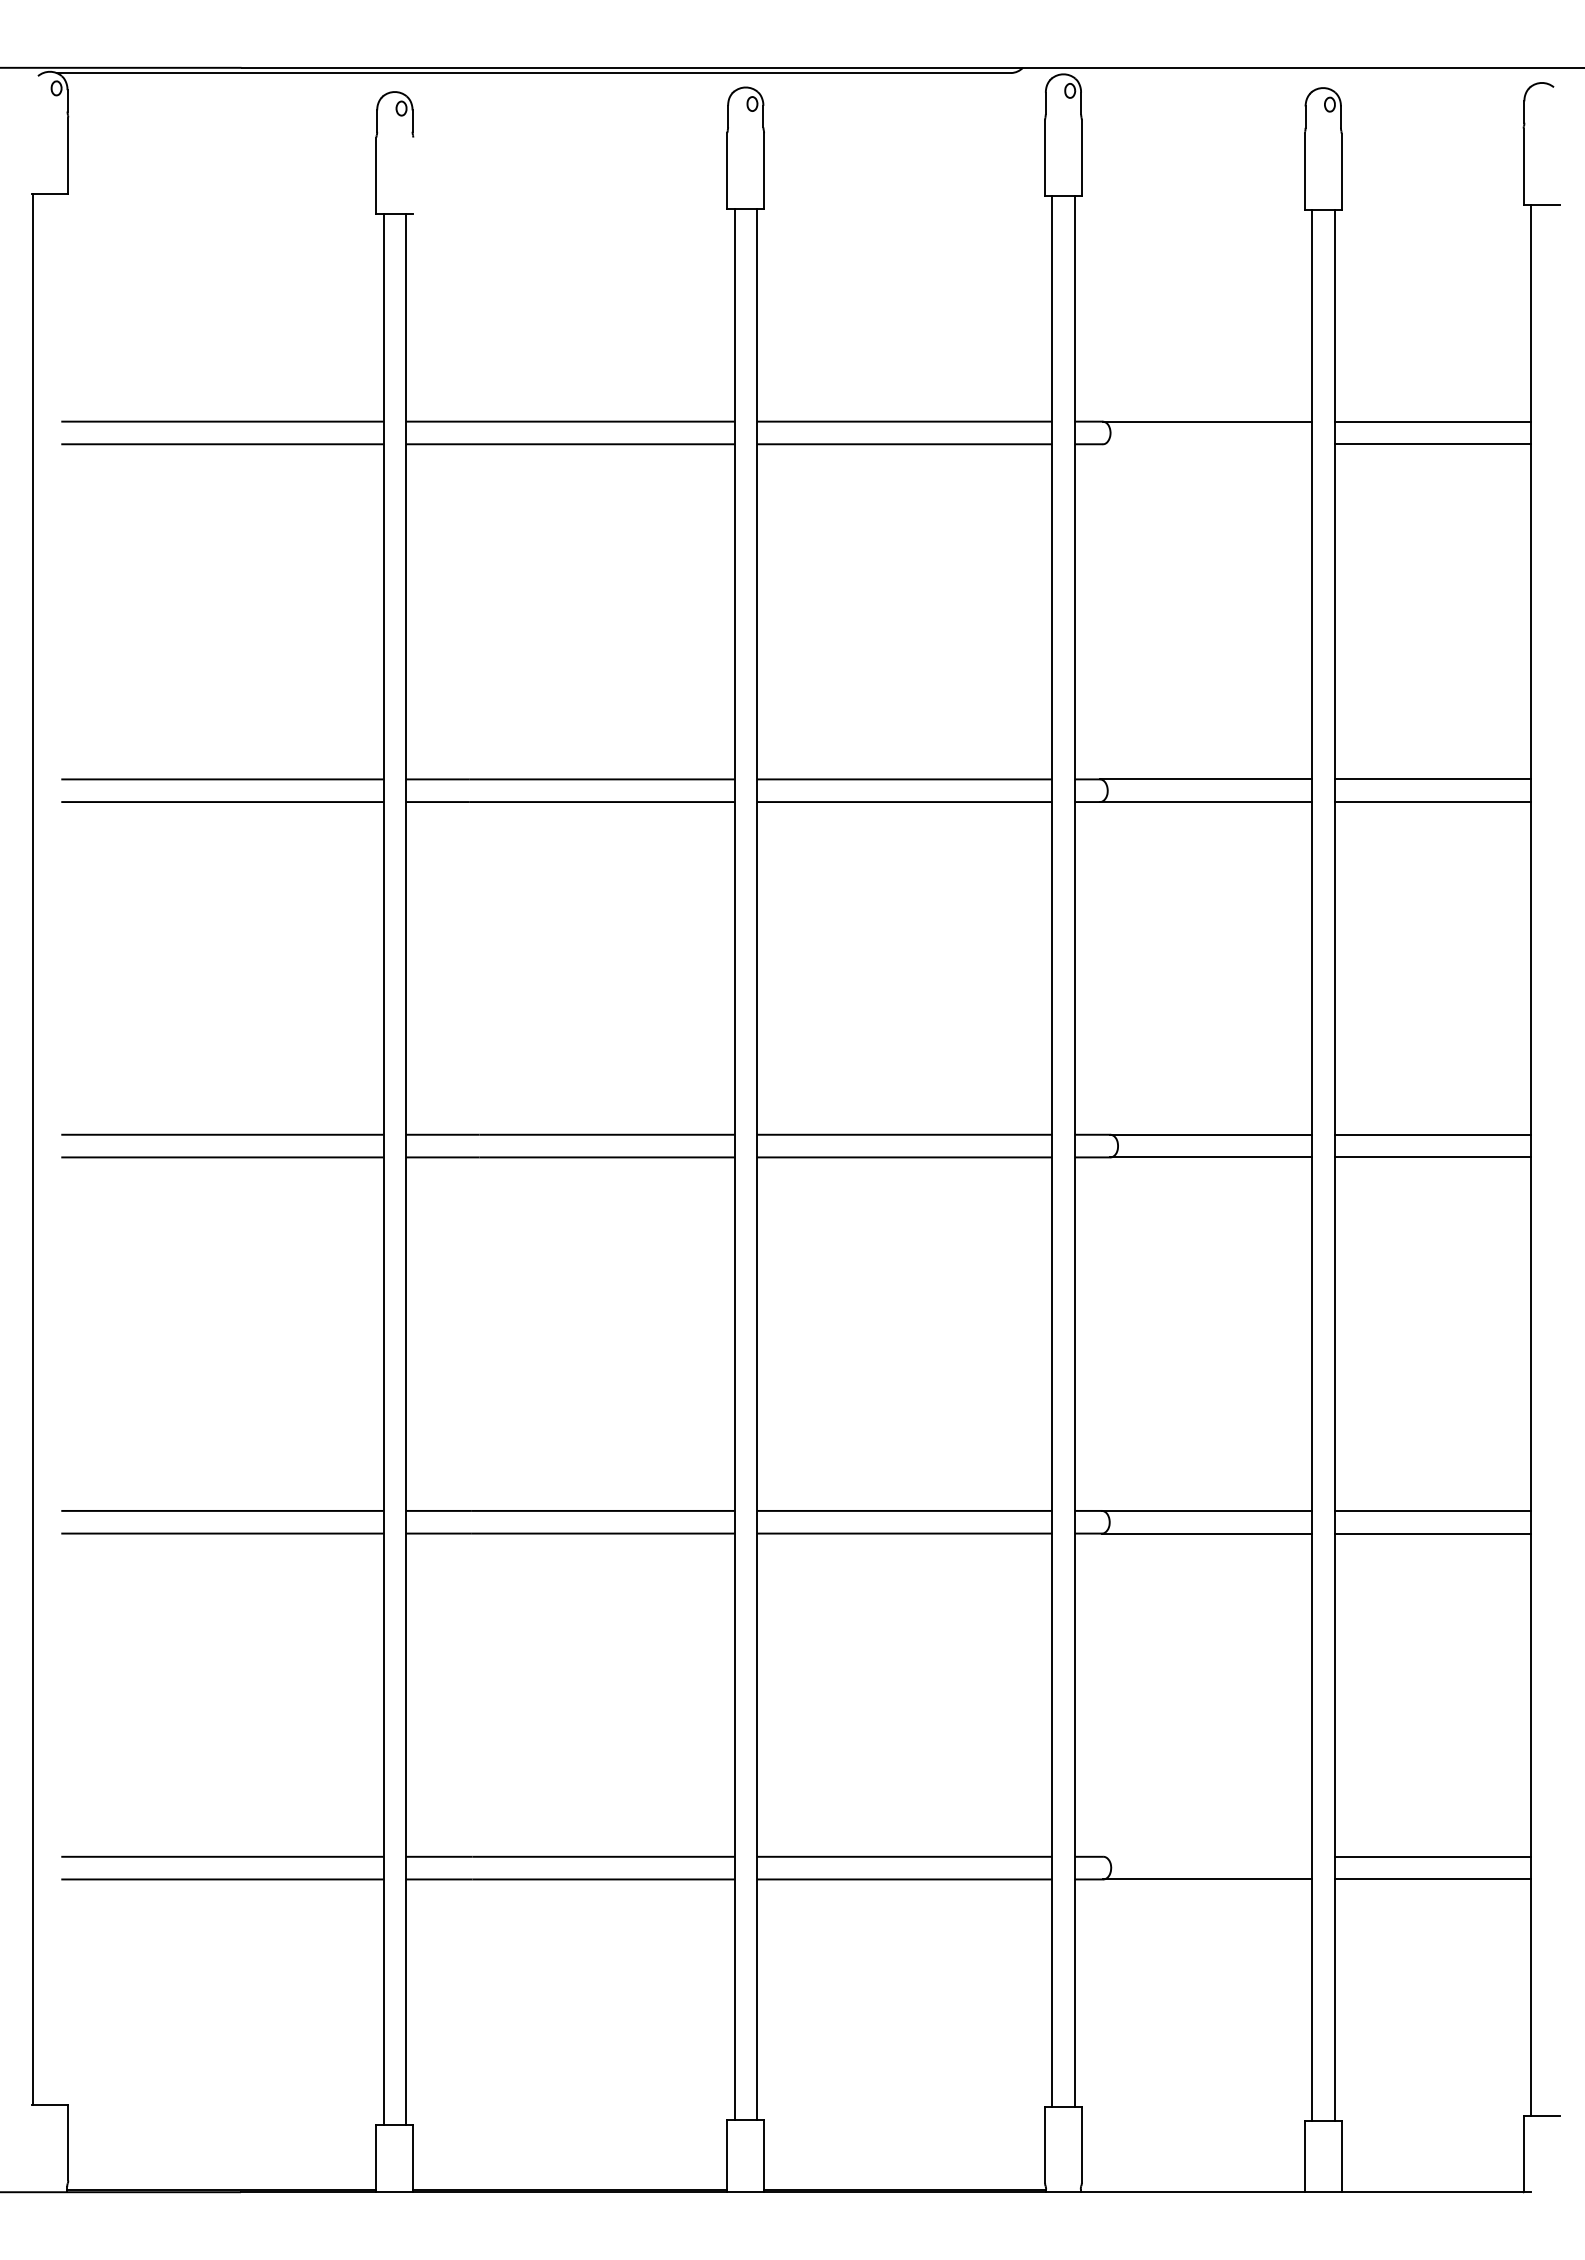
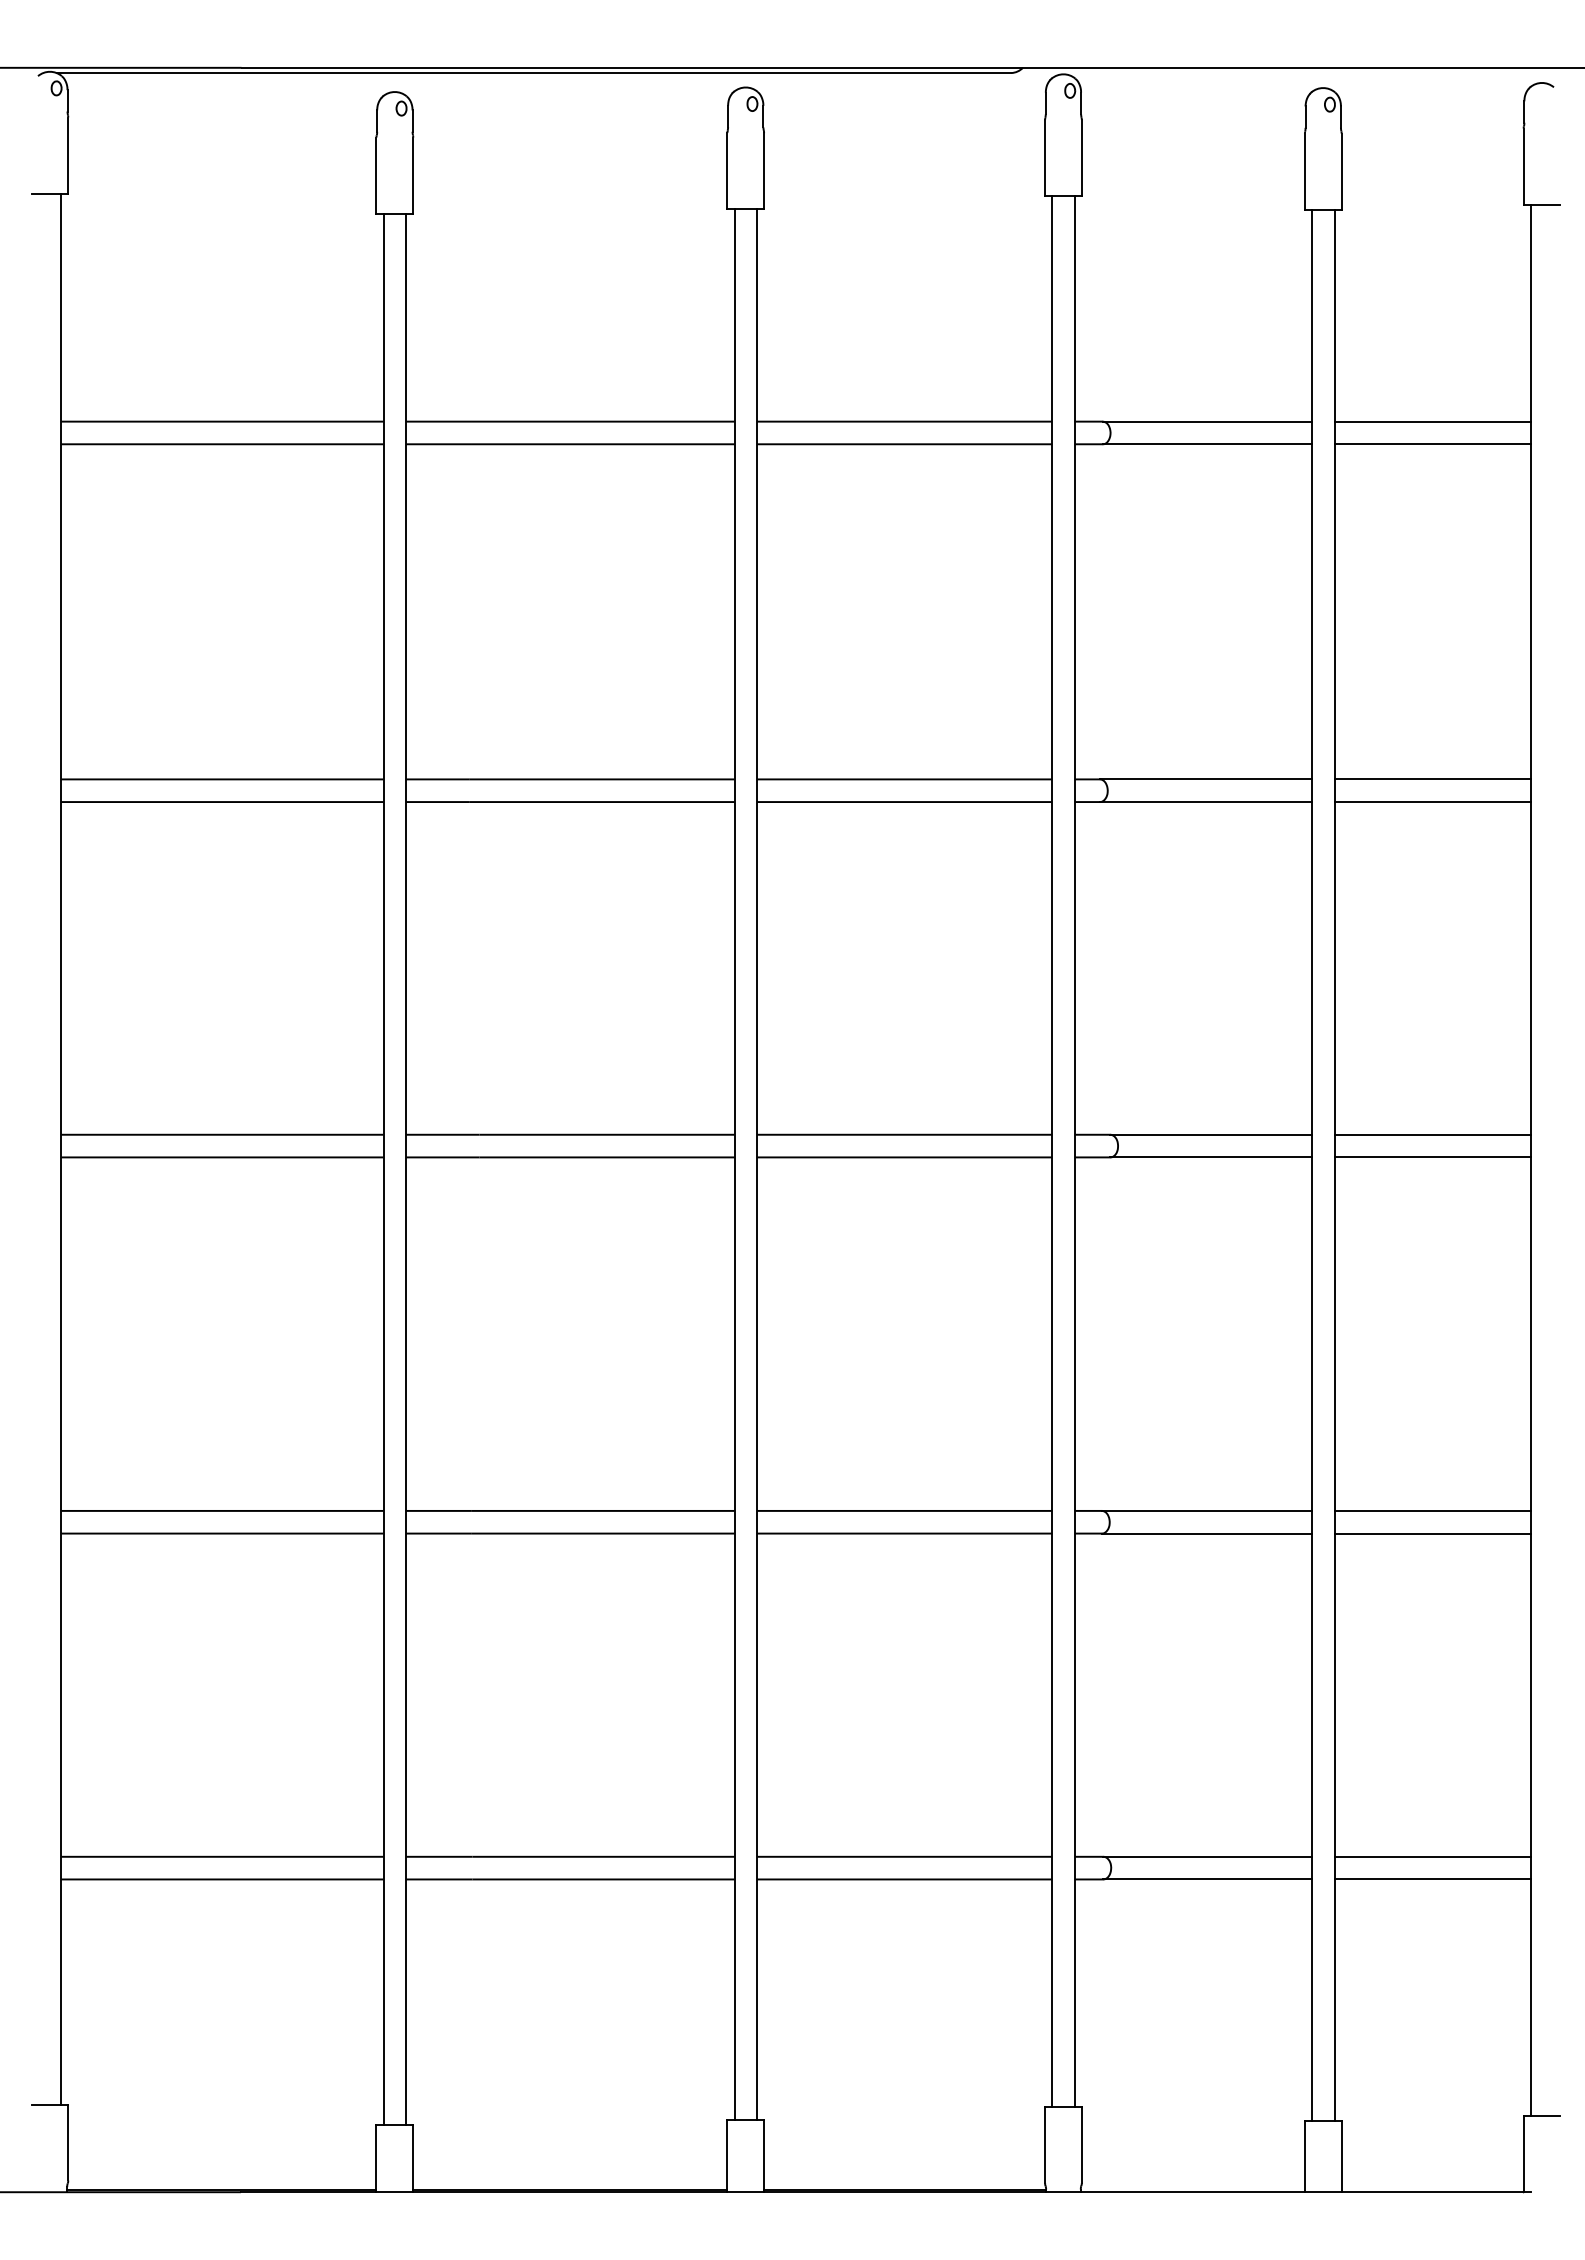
line at (413, 175): none -> present
line at (1206, 444): none -> present
line at (33, 1148) position: (33, 1148) -> (61, 1148)
line at (1207, 1856): none -> present
